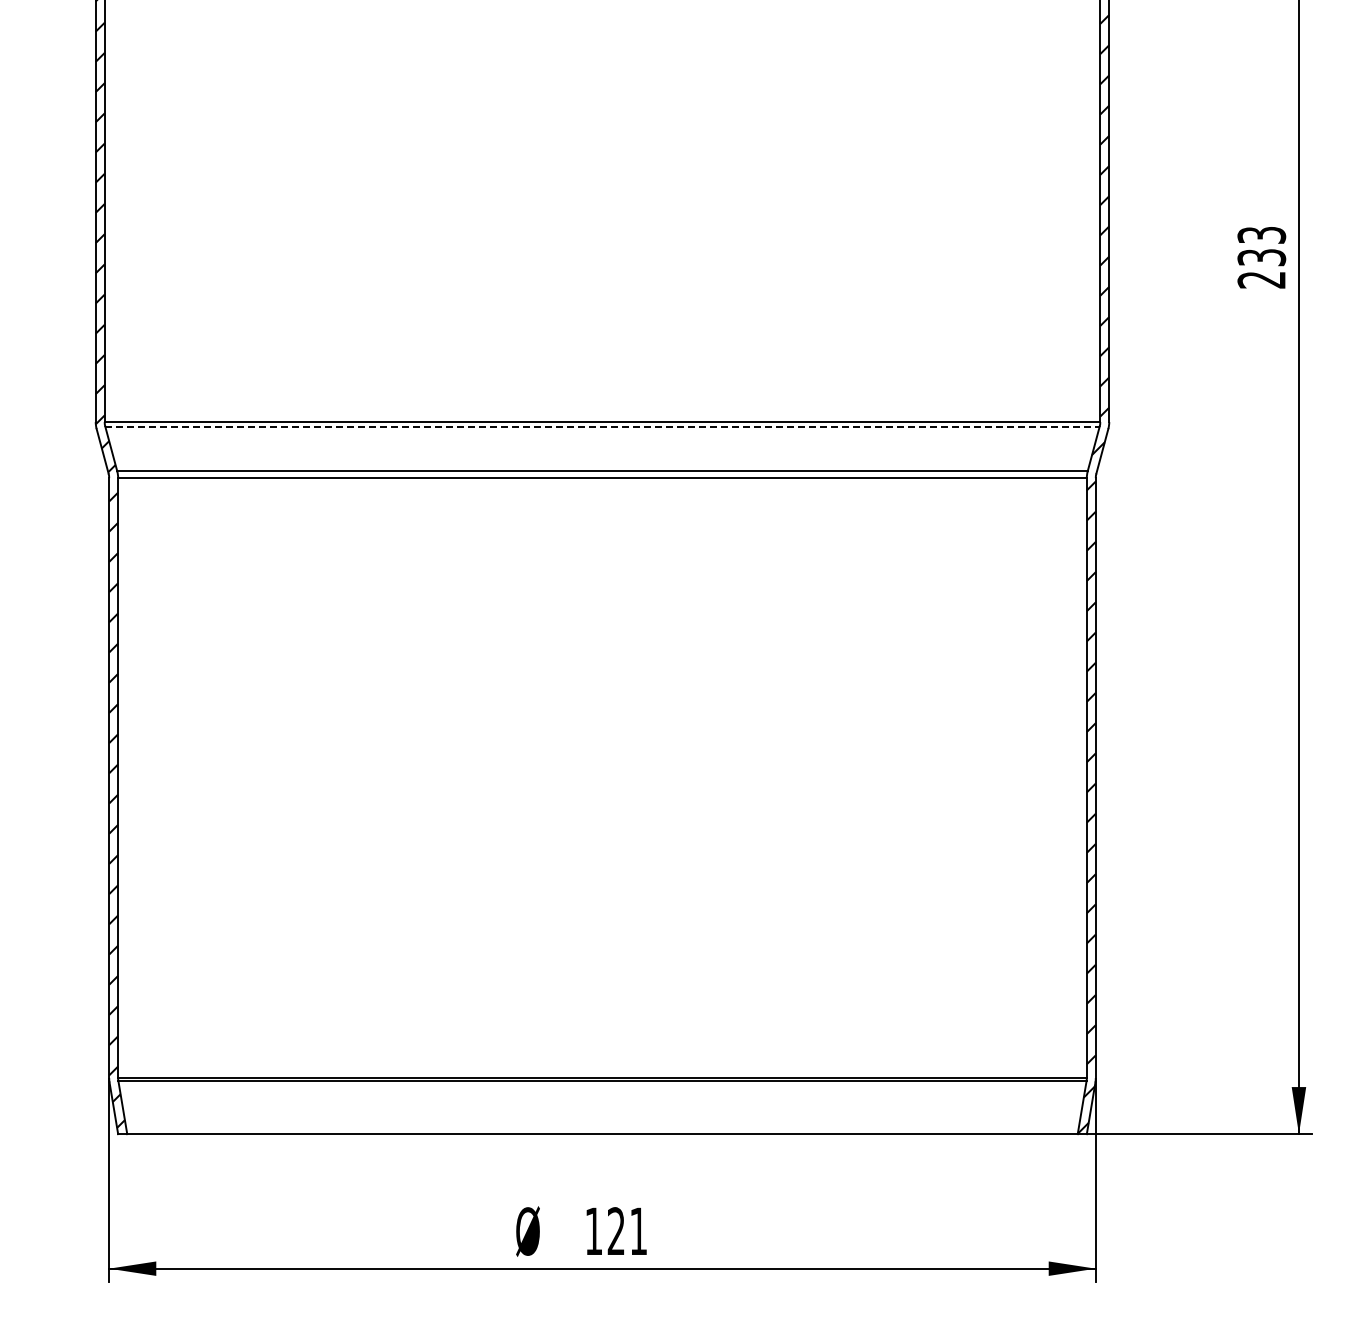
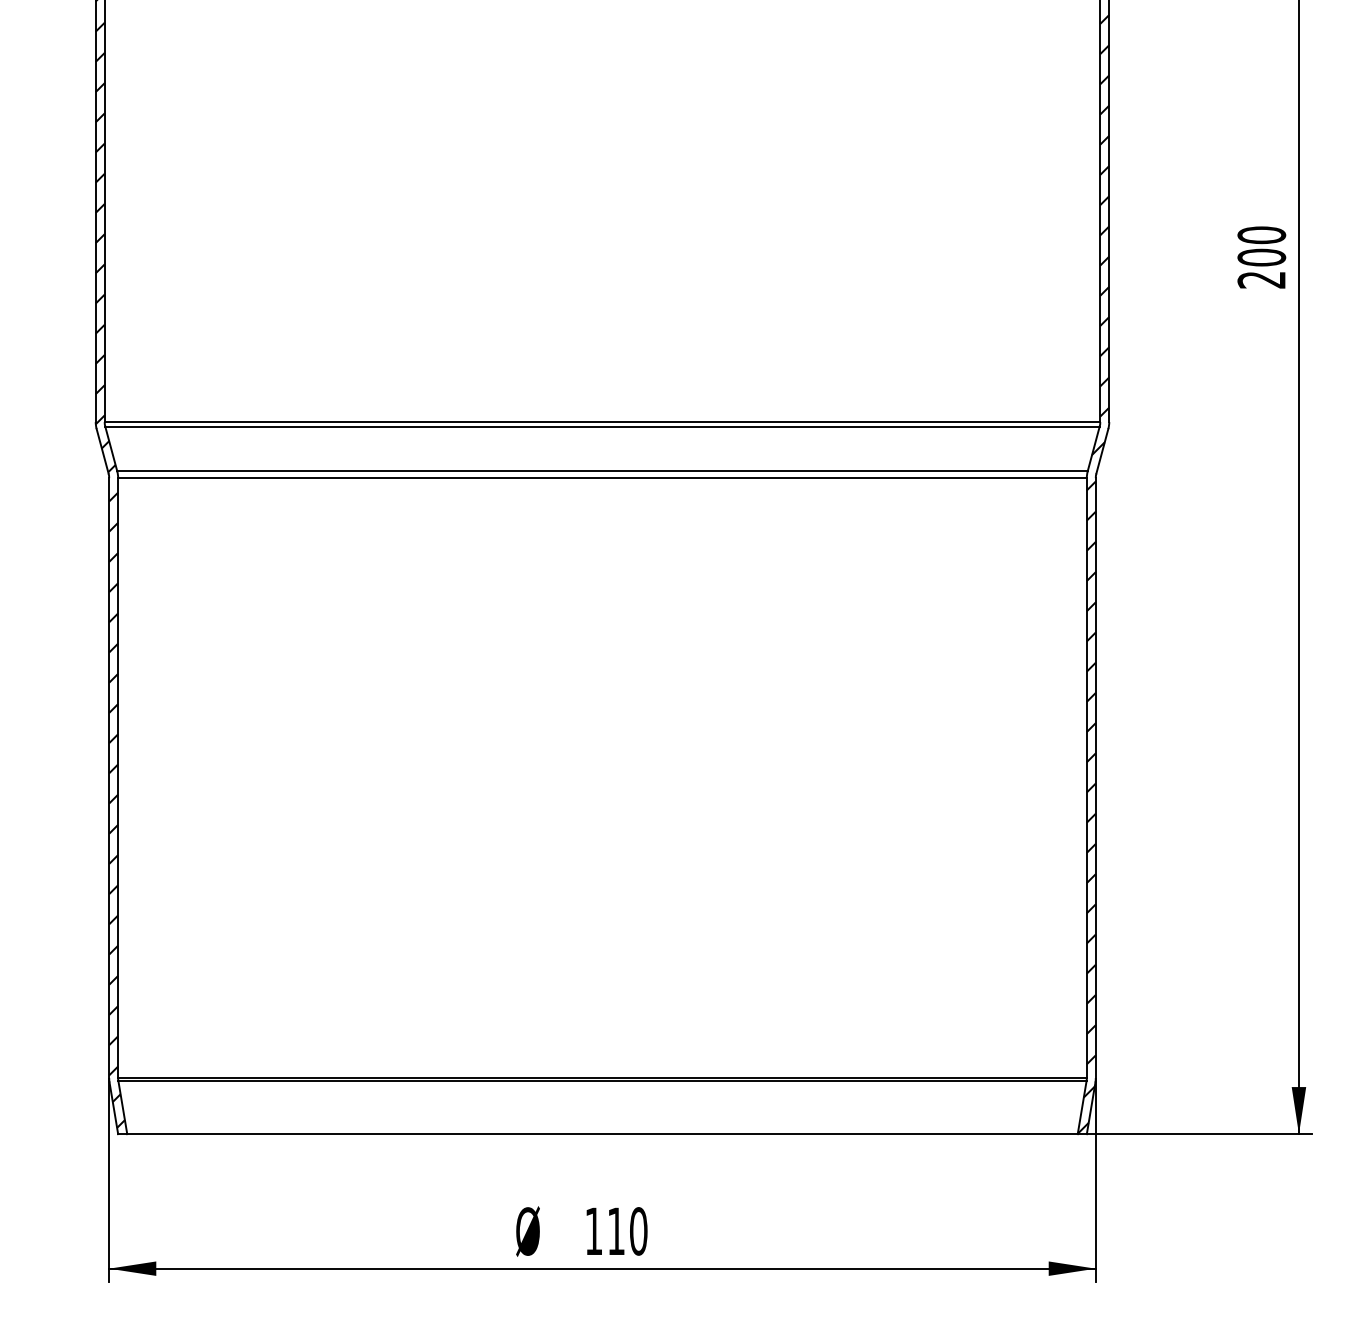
text at (1261, 246): 233 -> 200
line at (603, 426): dashed -> solid
text at (627, 1231): 121 -> 110
